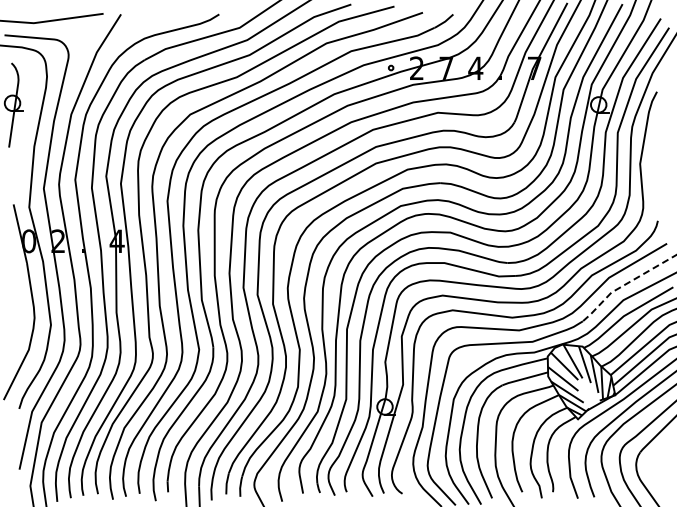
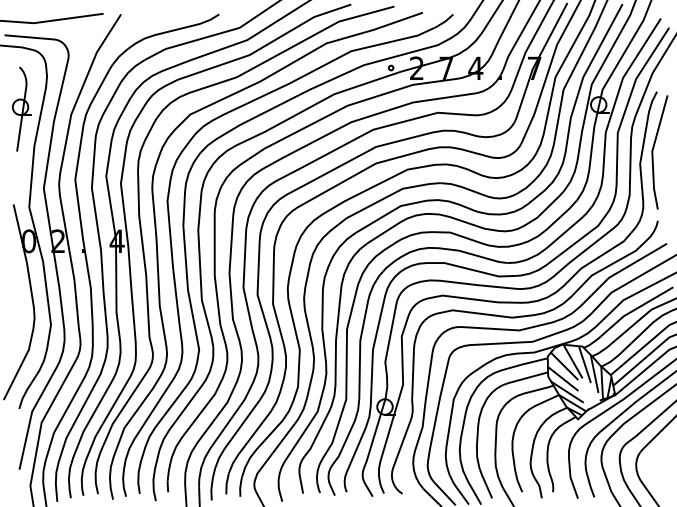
part at (13, 104) position: (13, 104) -> (21, 108)
line at (653, 152): none -> present
line at (625, 284): dashed -> solid
